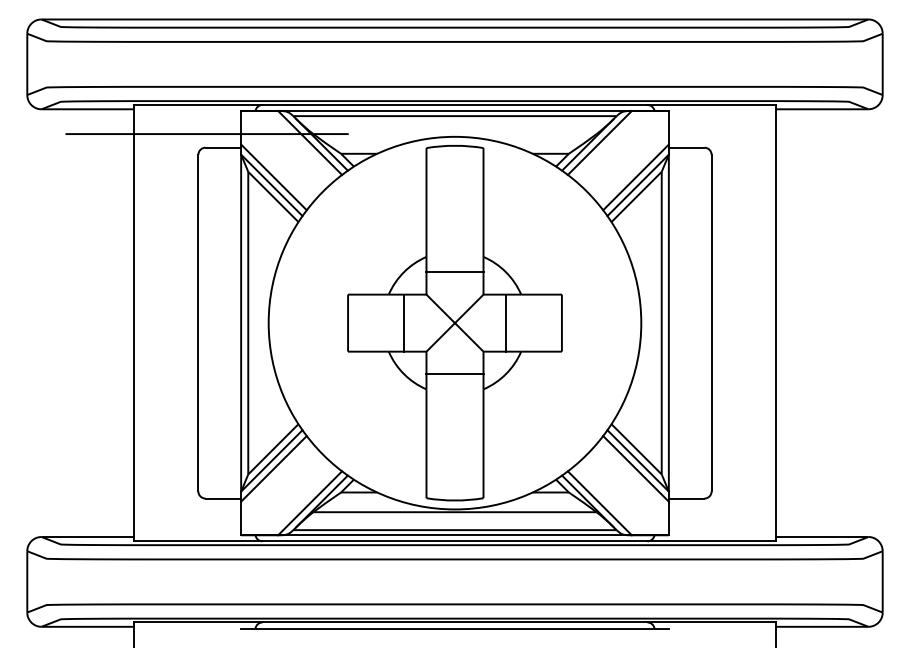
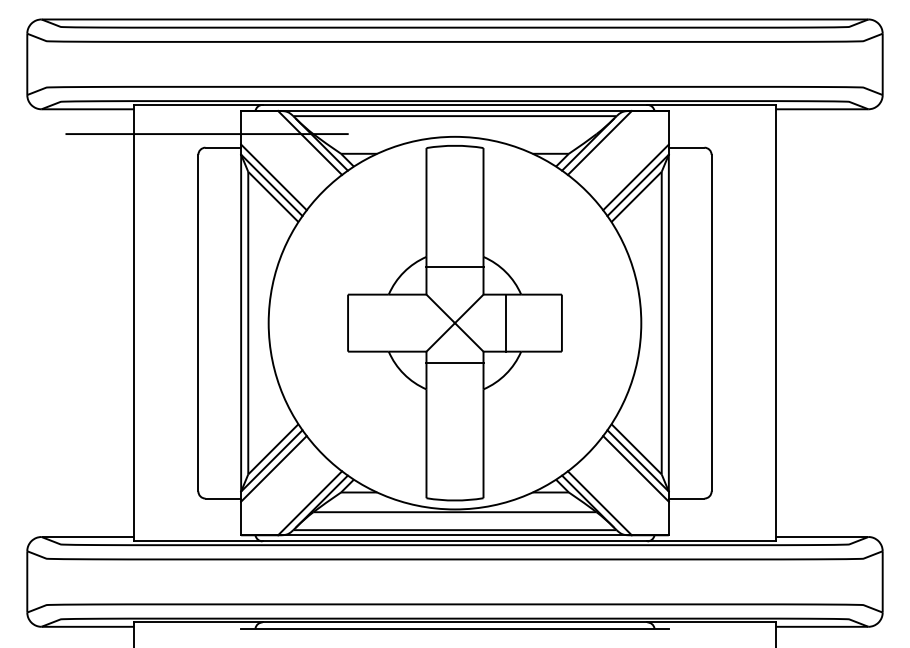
line at (454, 272) position: (454, 272) -> (454, 267)
line at (404, 322): present -> none
line at (454, 373) position: (454, 373) -> (454, 362)
